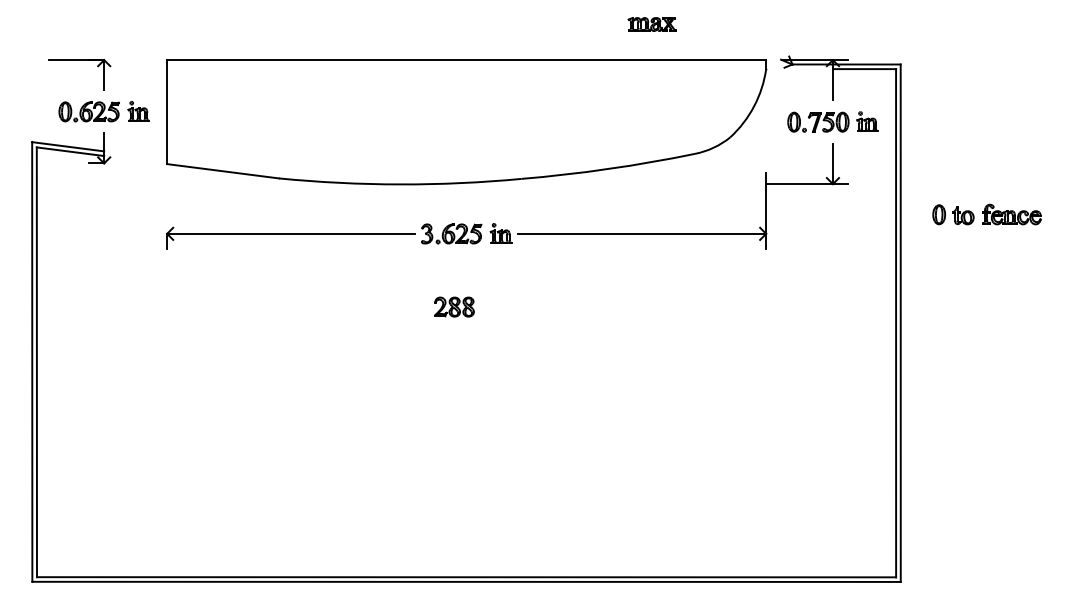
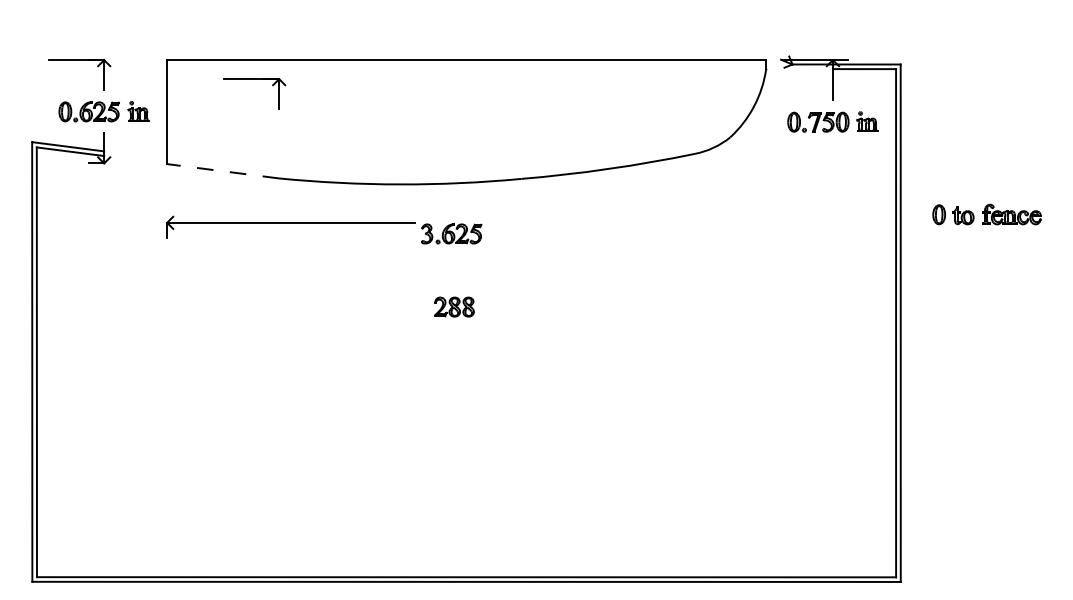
part at (651, 24): present -> none
part at (254, 79): none -> present
line at (222, 171): solid -> dashed
part at (668, 233): present -> none
part at (290, 237) position: (290, 237) -> (290, 226)
